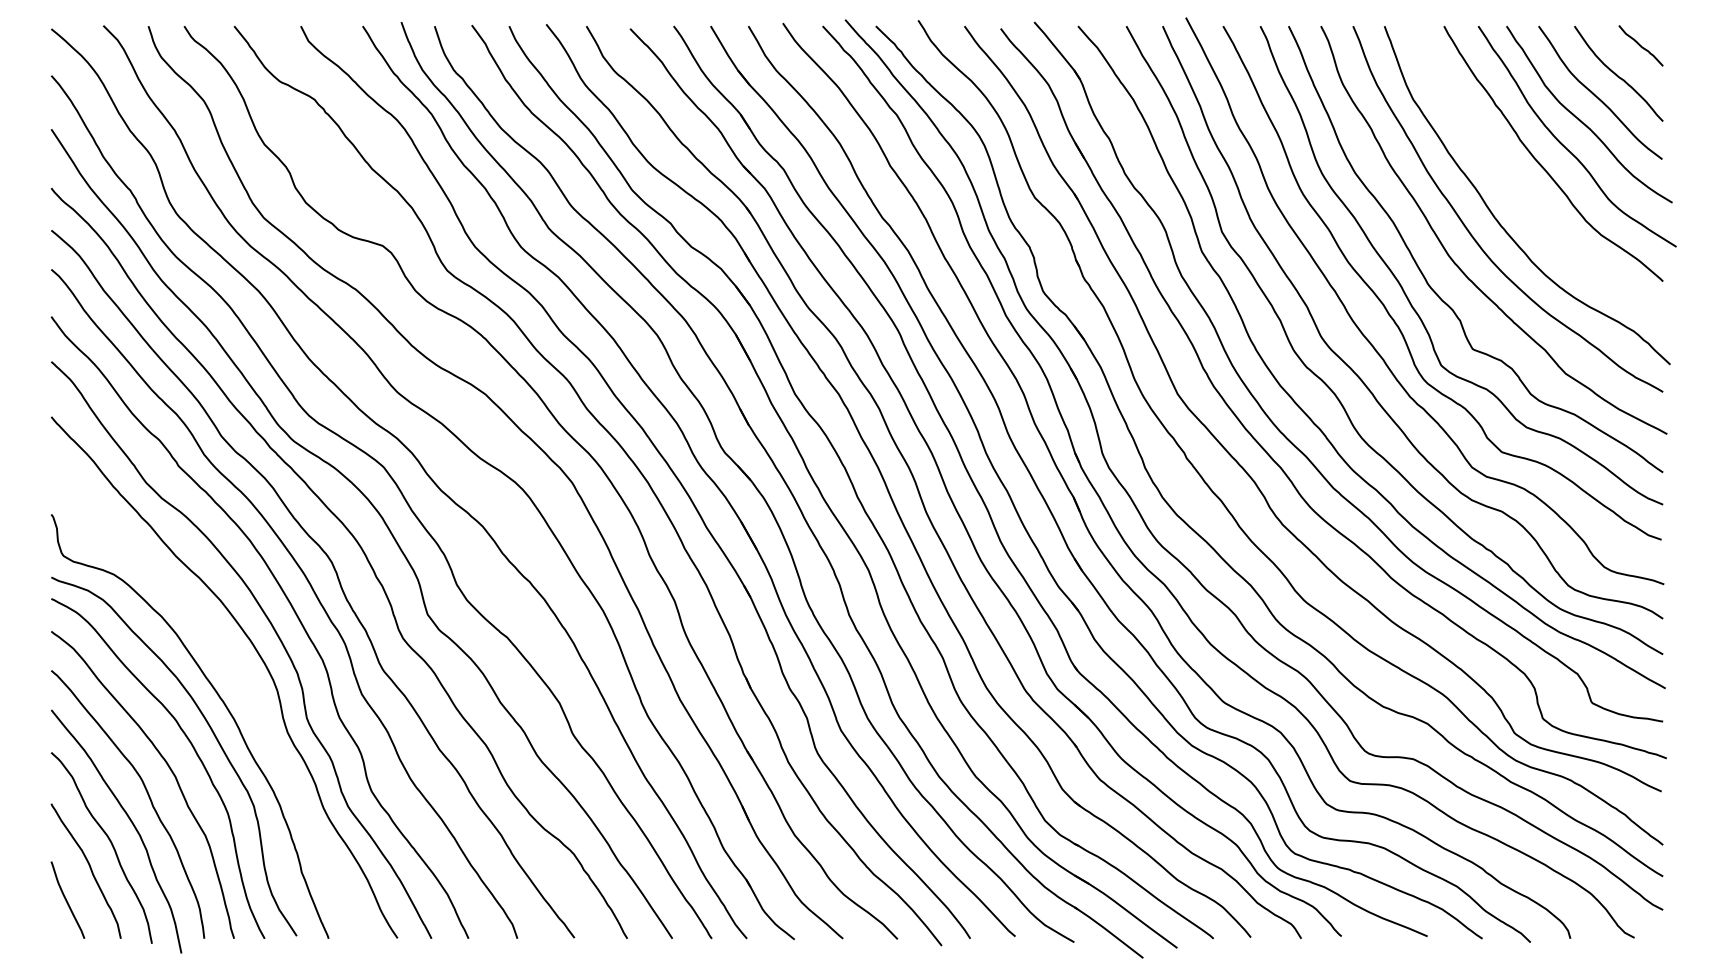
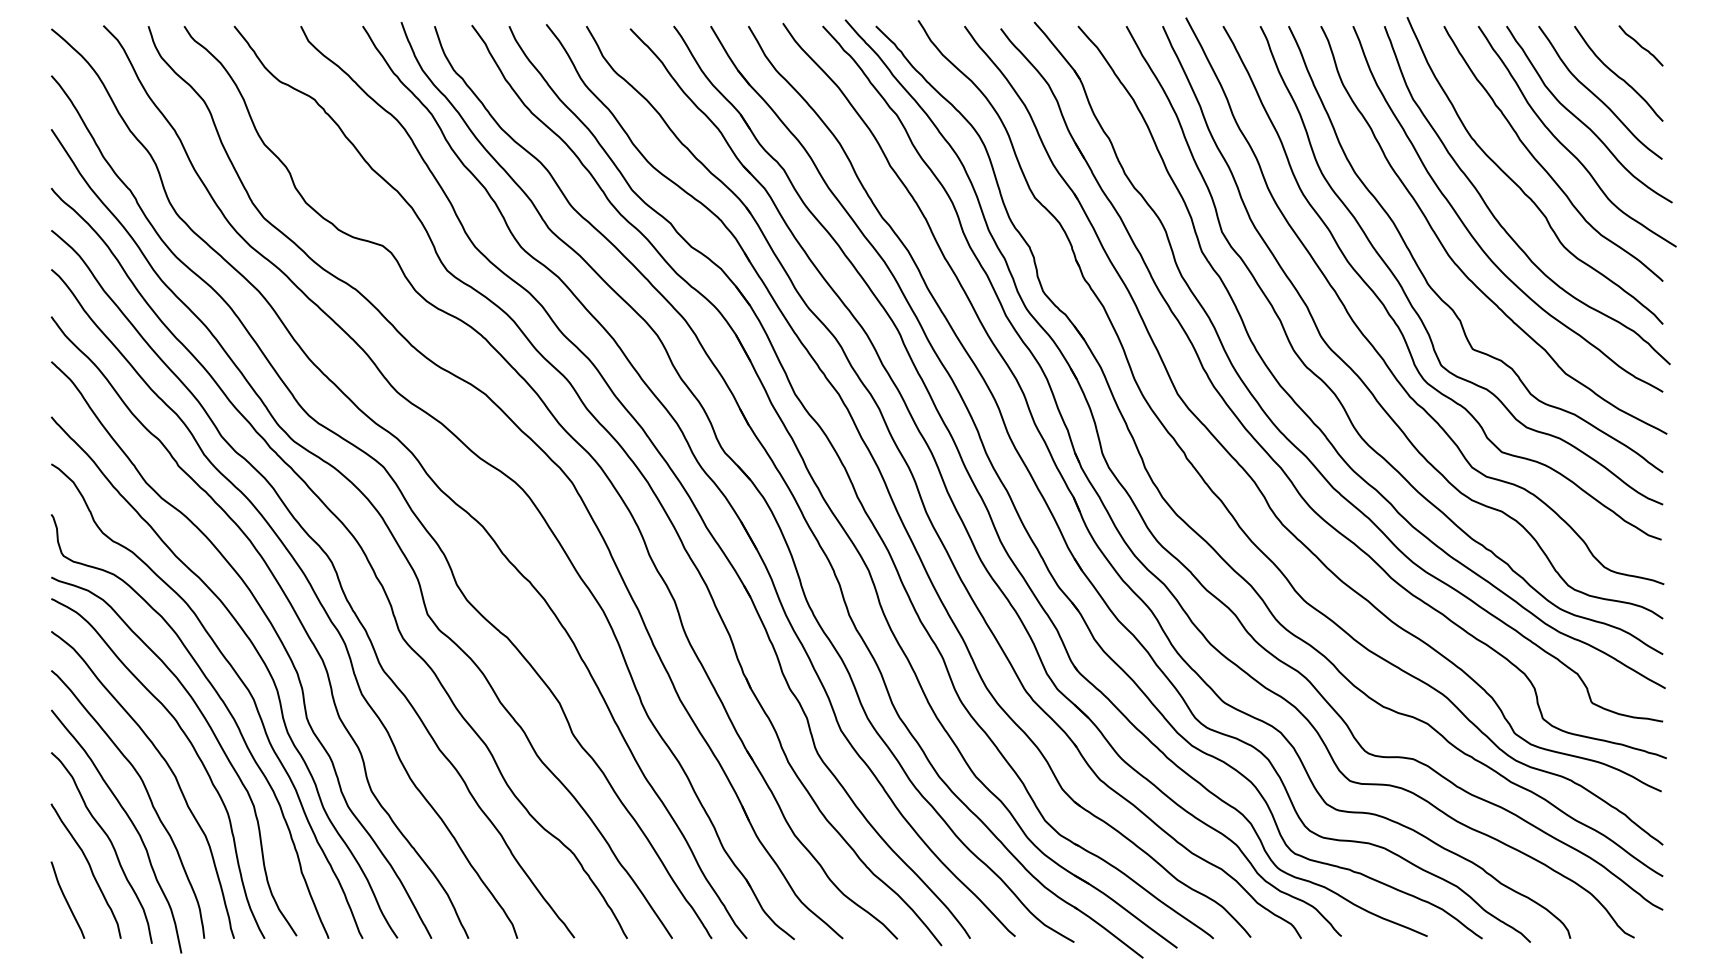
curve at (1518, 185): none -> present
curve at (238, 678): none -> present
